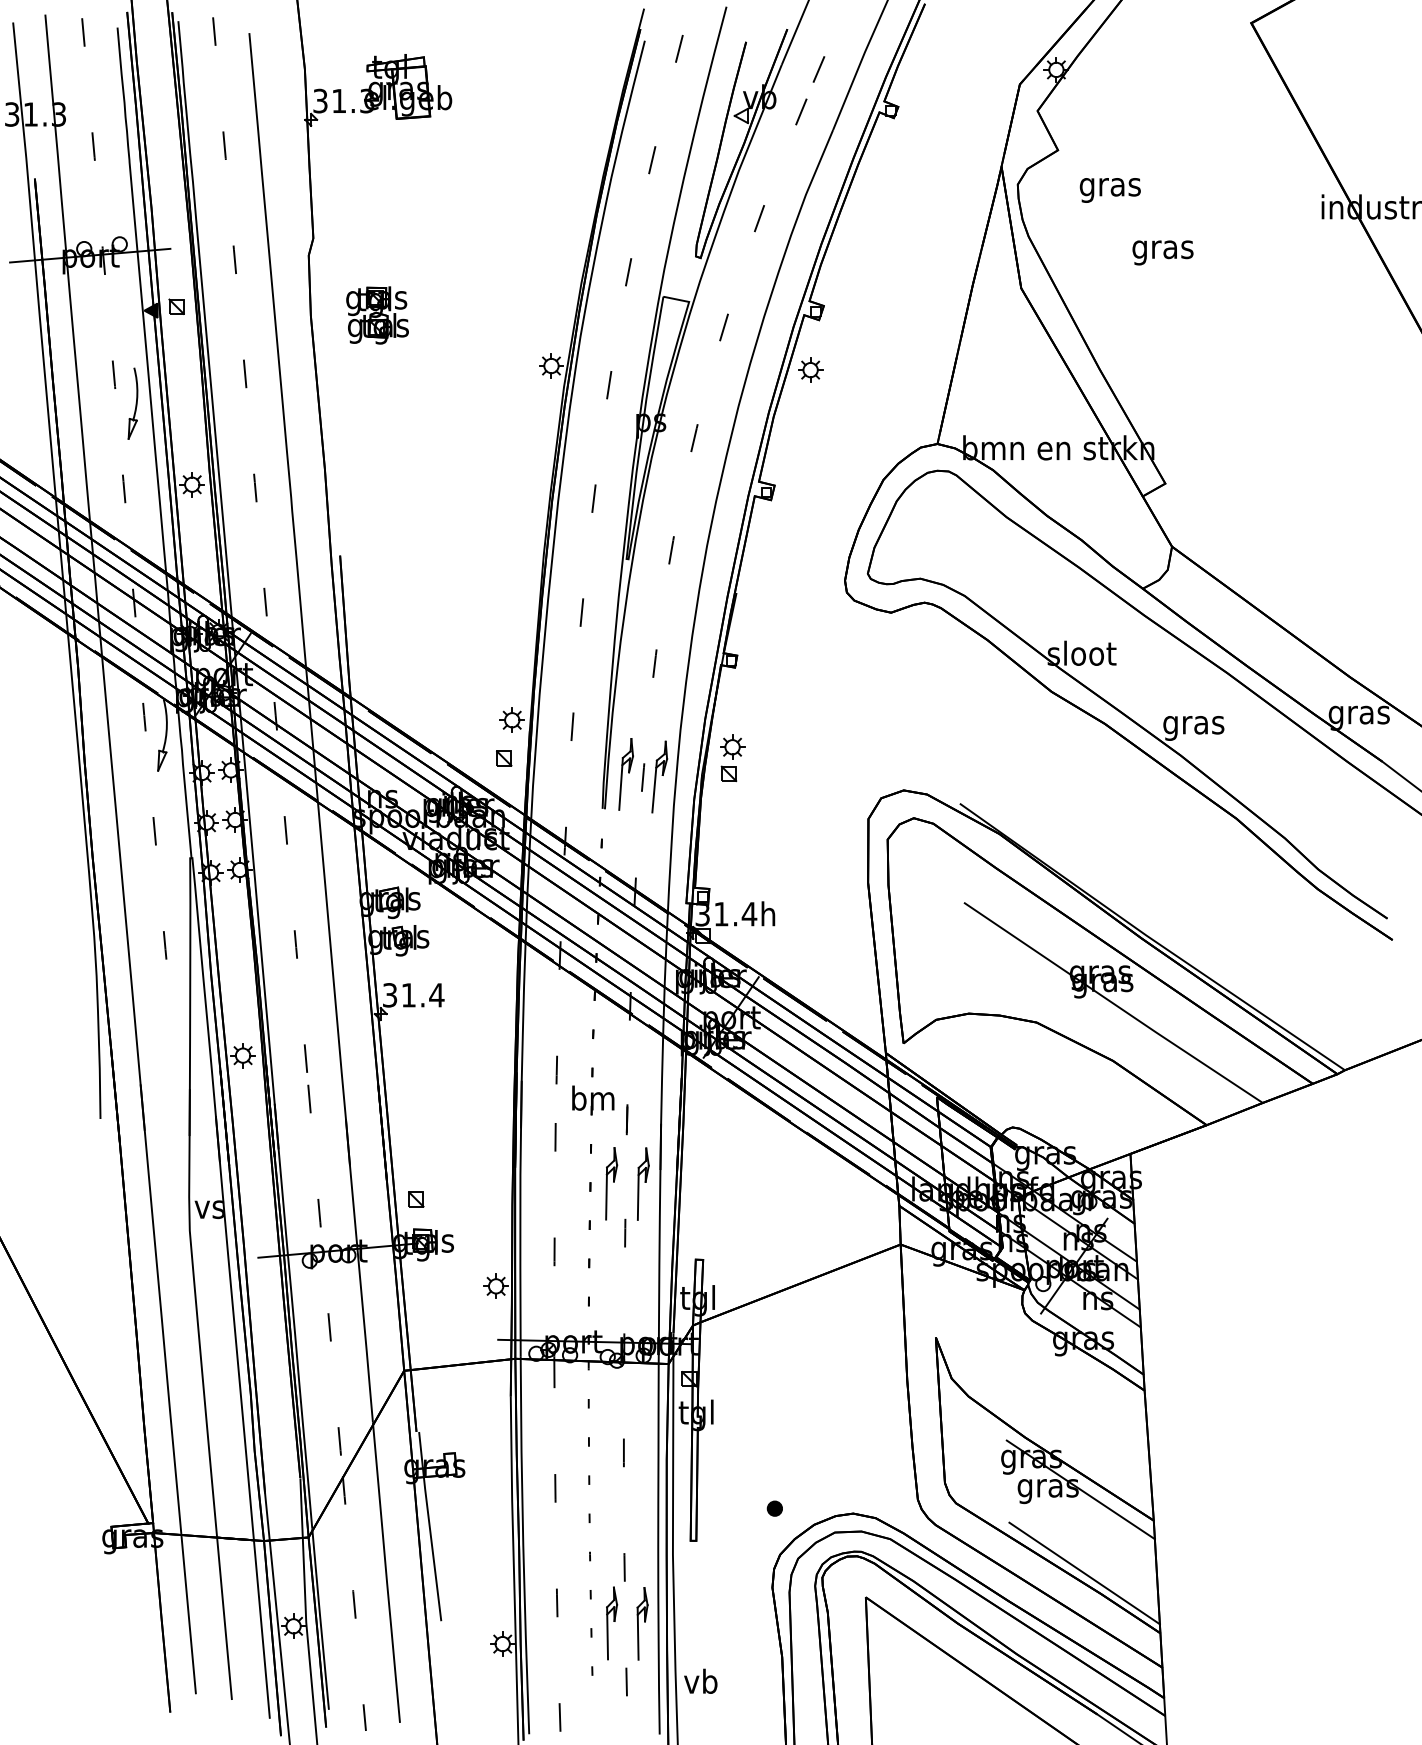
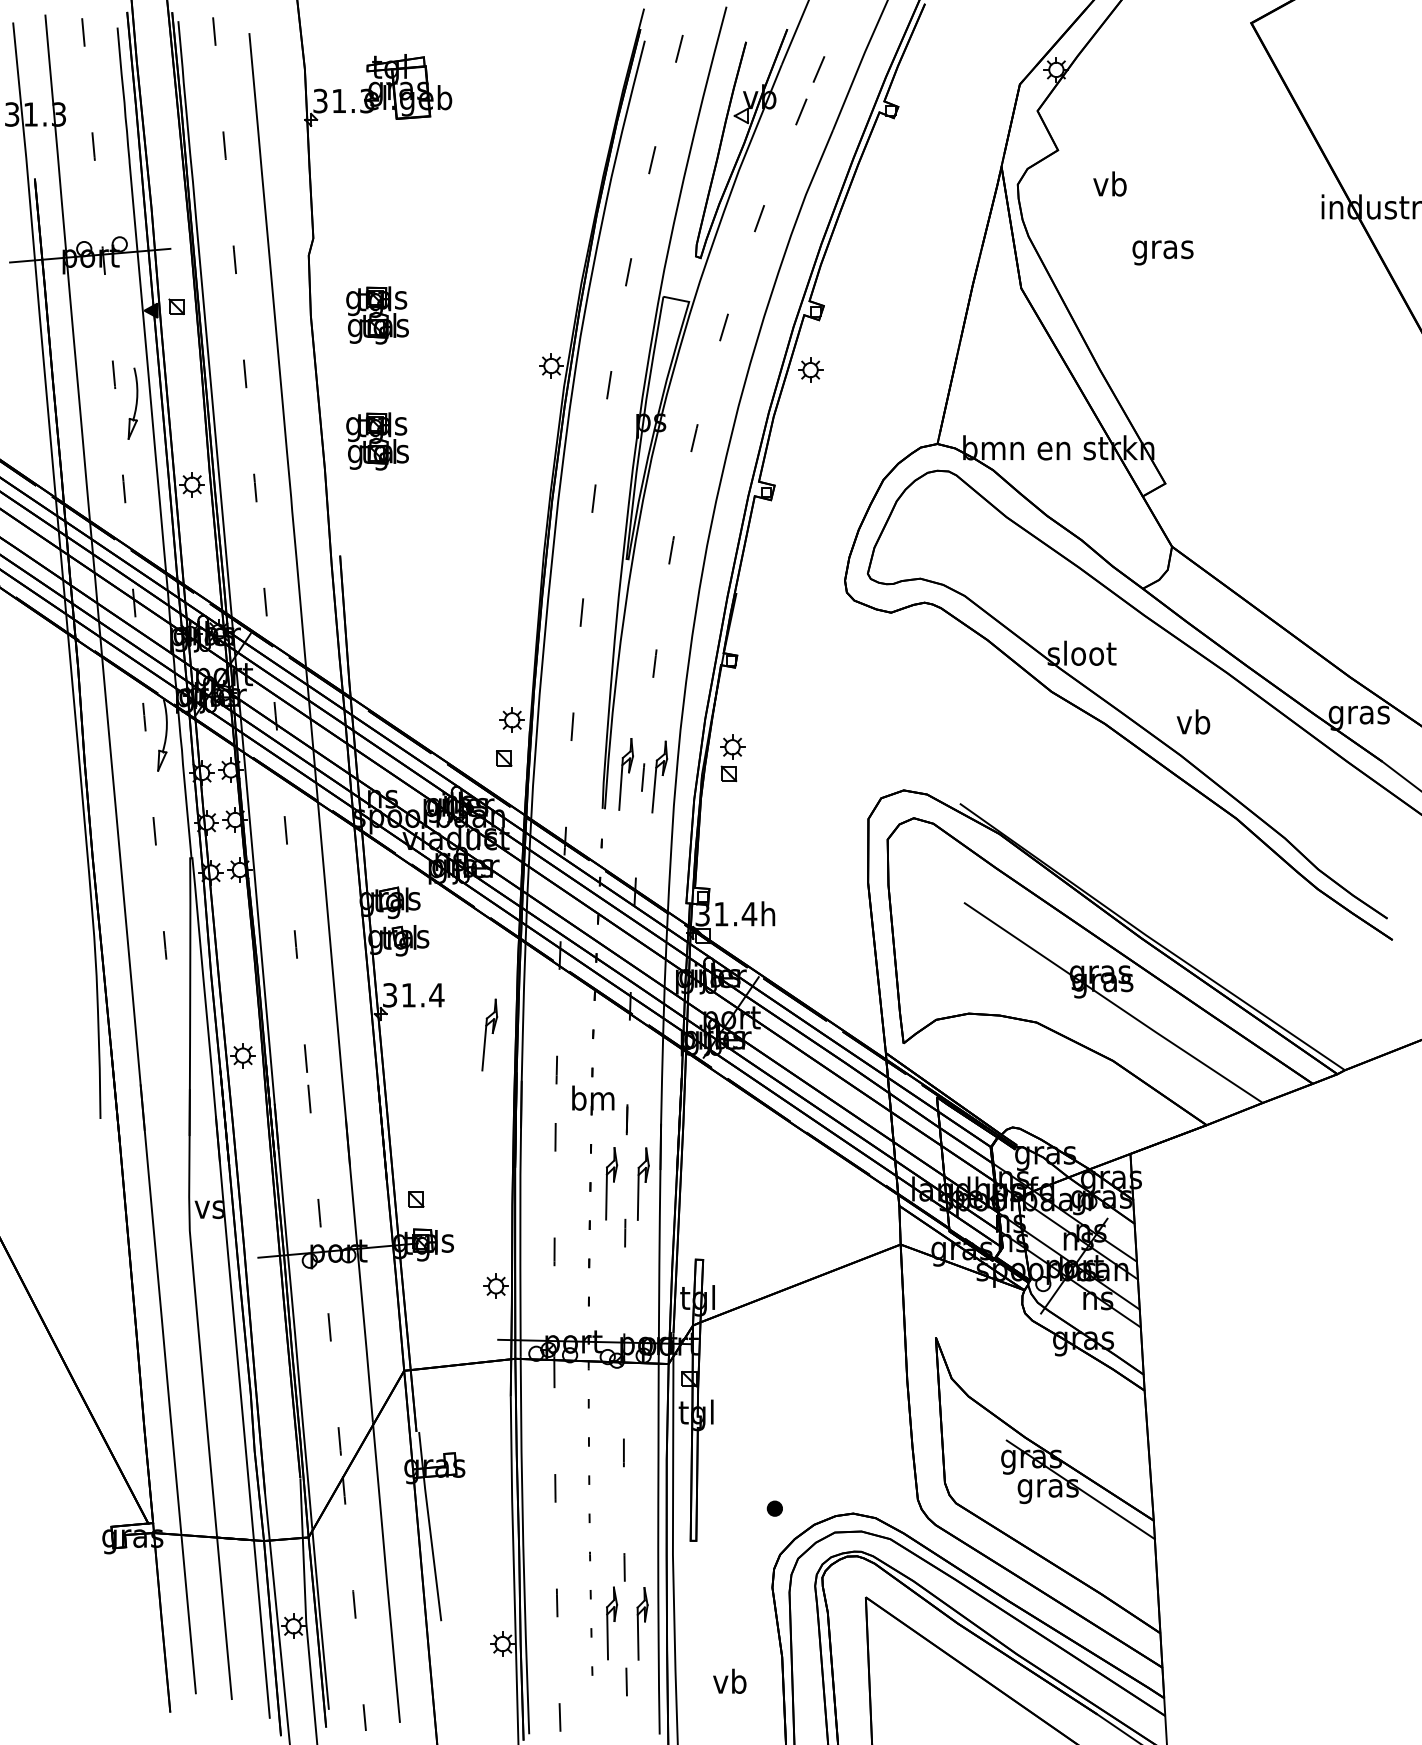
text at (1109, 186): gras -> vb
part at (377, 441): none -> present
text at (1193, 724): gras -> vb
part at (489, 1034): none -> present
line at (1084, 1573): present -> none
text at (700, 1680) position: (700, 1680) -> (729, 1680)
